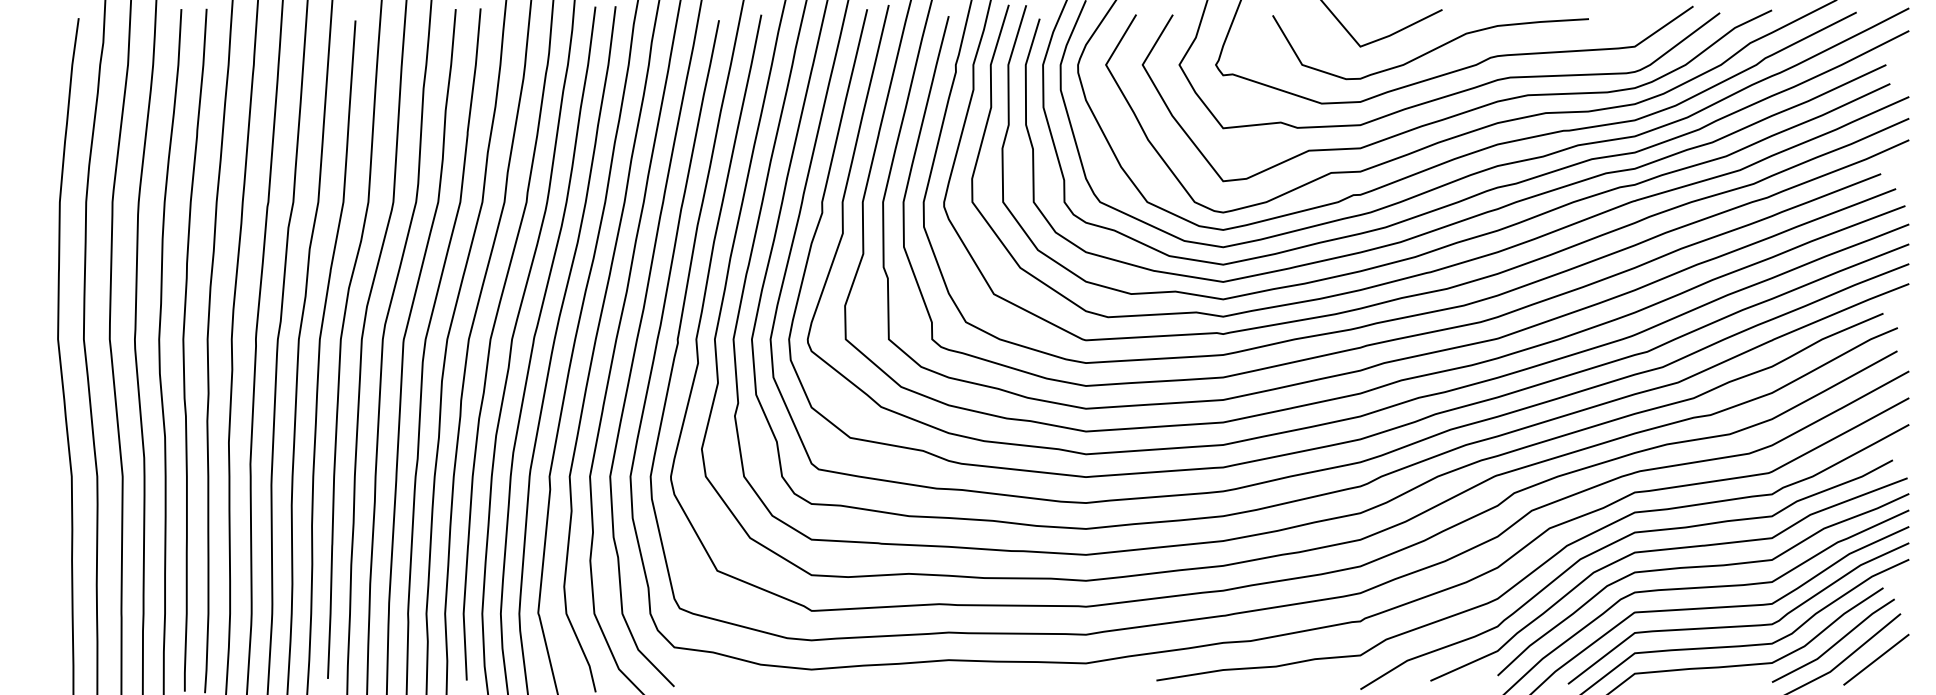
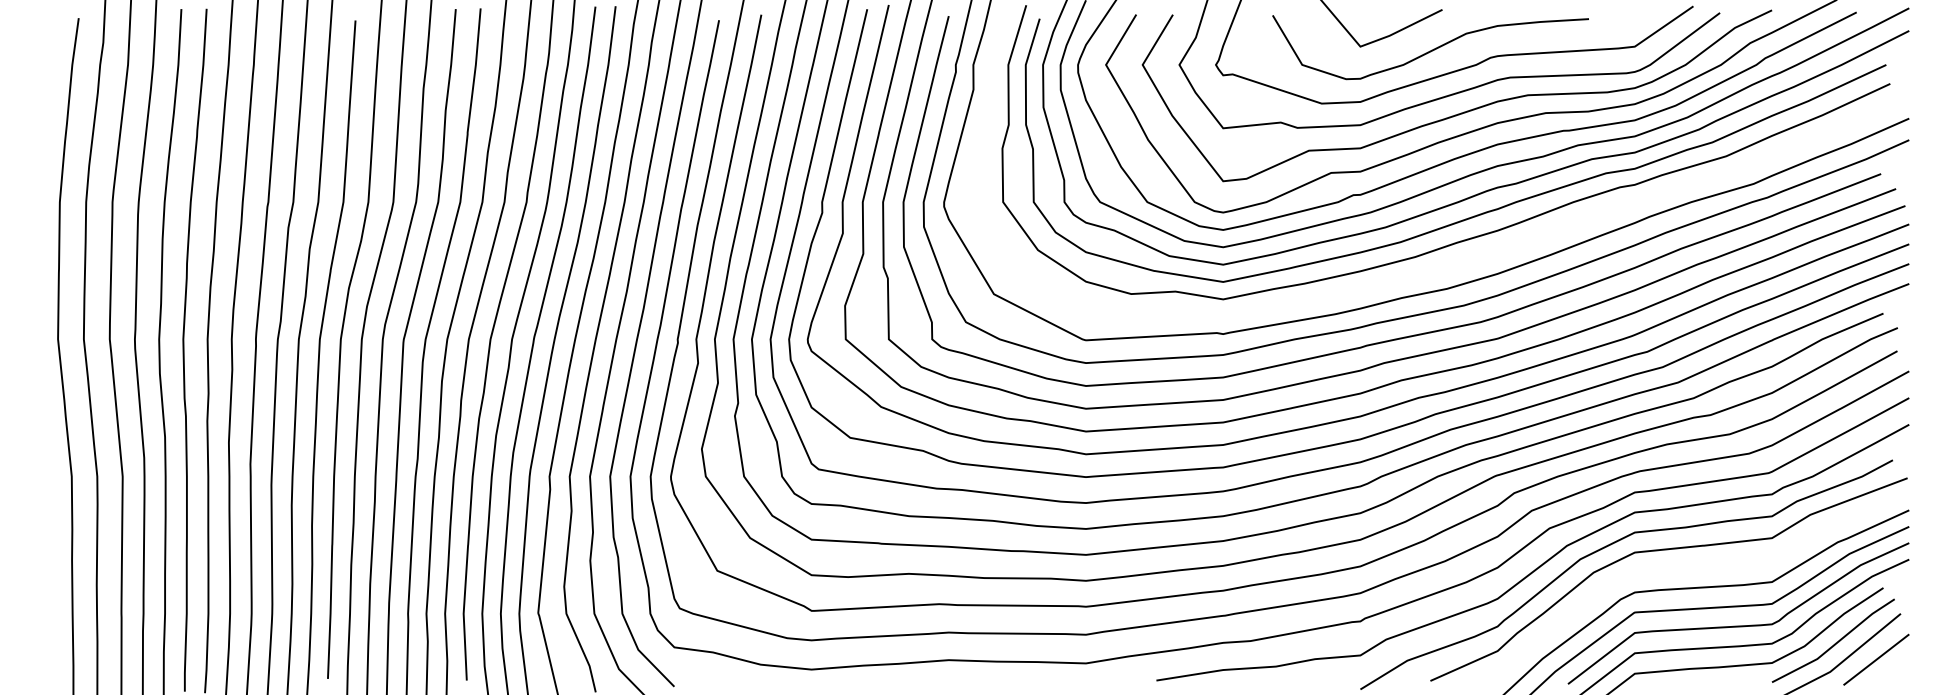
curve at (1465, 260): present -> none
curve at (1703, 567): present -> none
